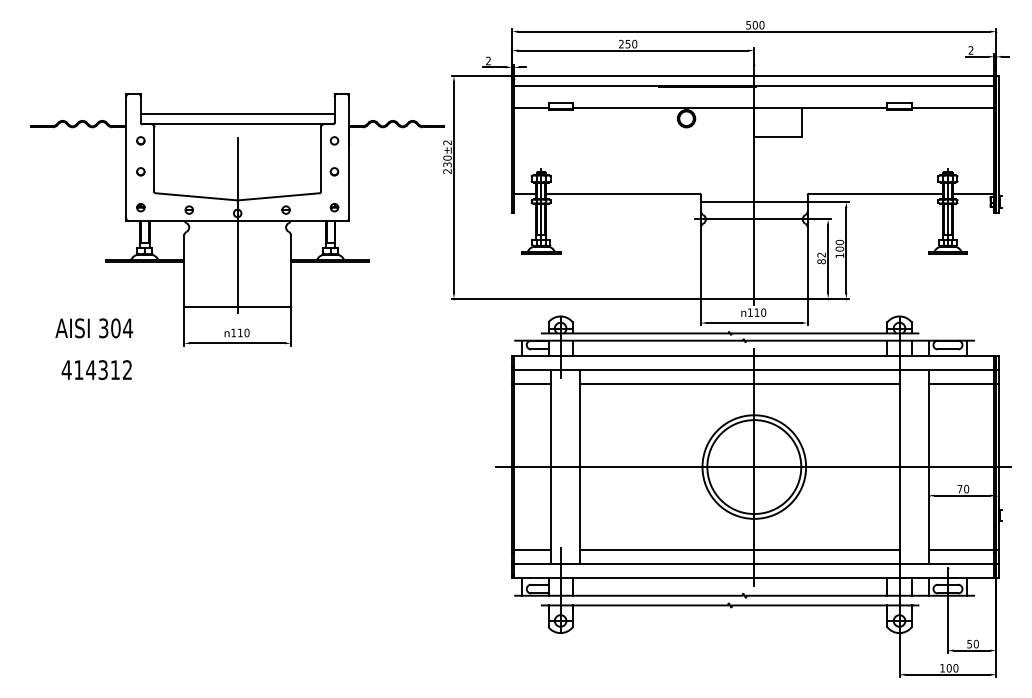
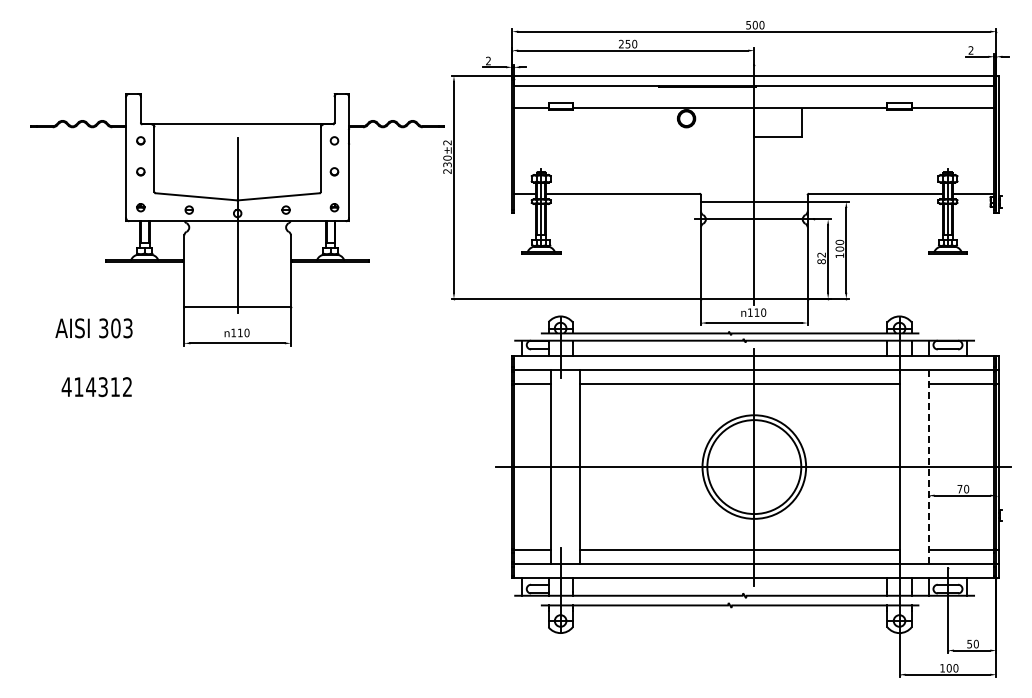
line at (237, 114): present -> none
text at (128, 328): 304 -> 303
text at (96, 370) position: (96, 370) -> (96, 387)
line at (928, 467): solid -> dashed
